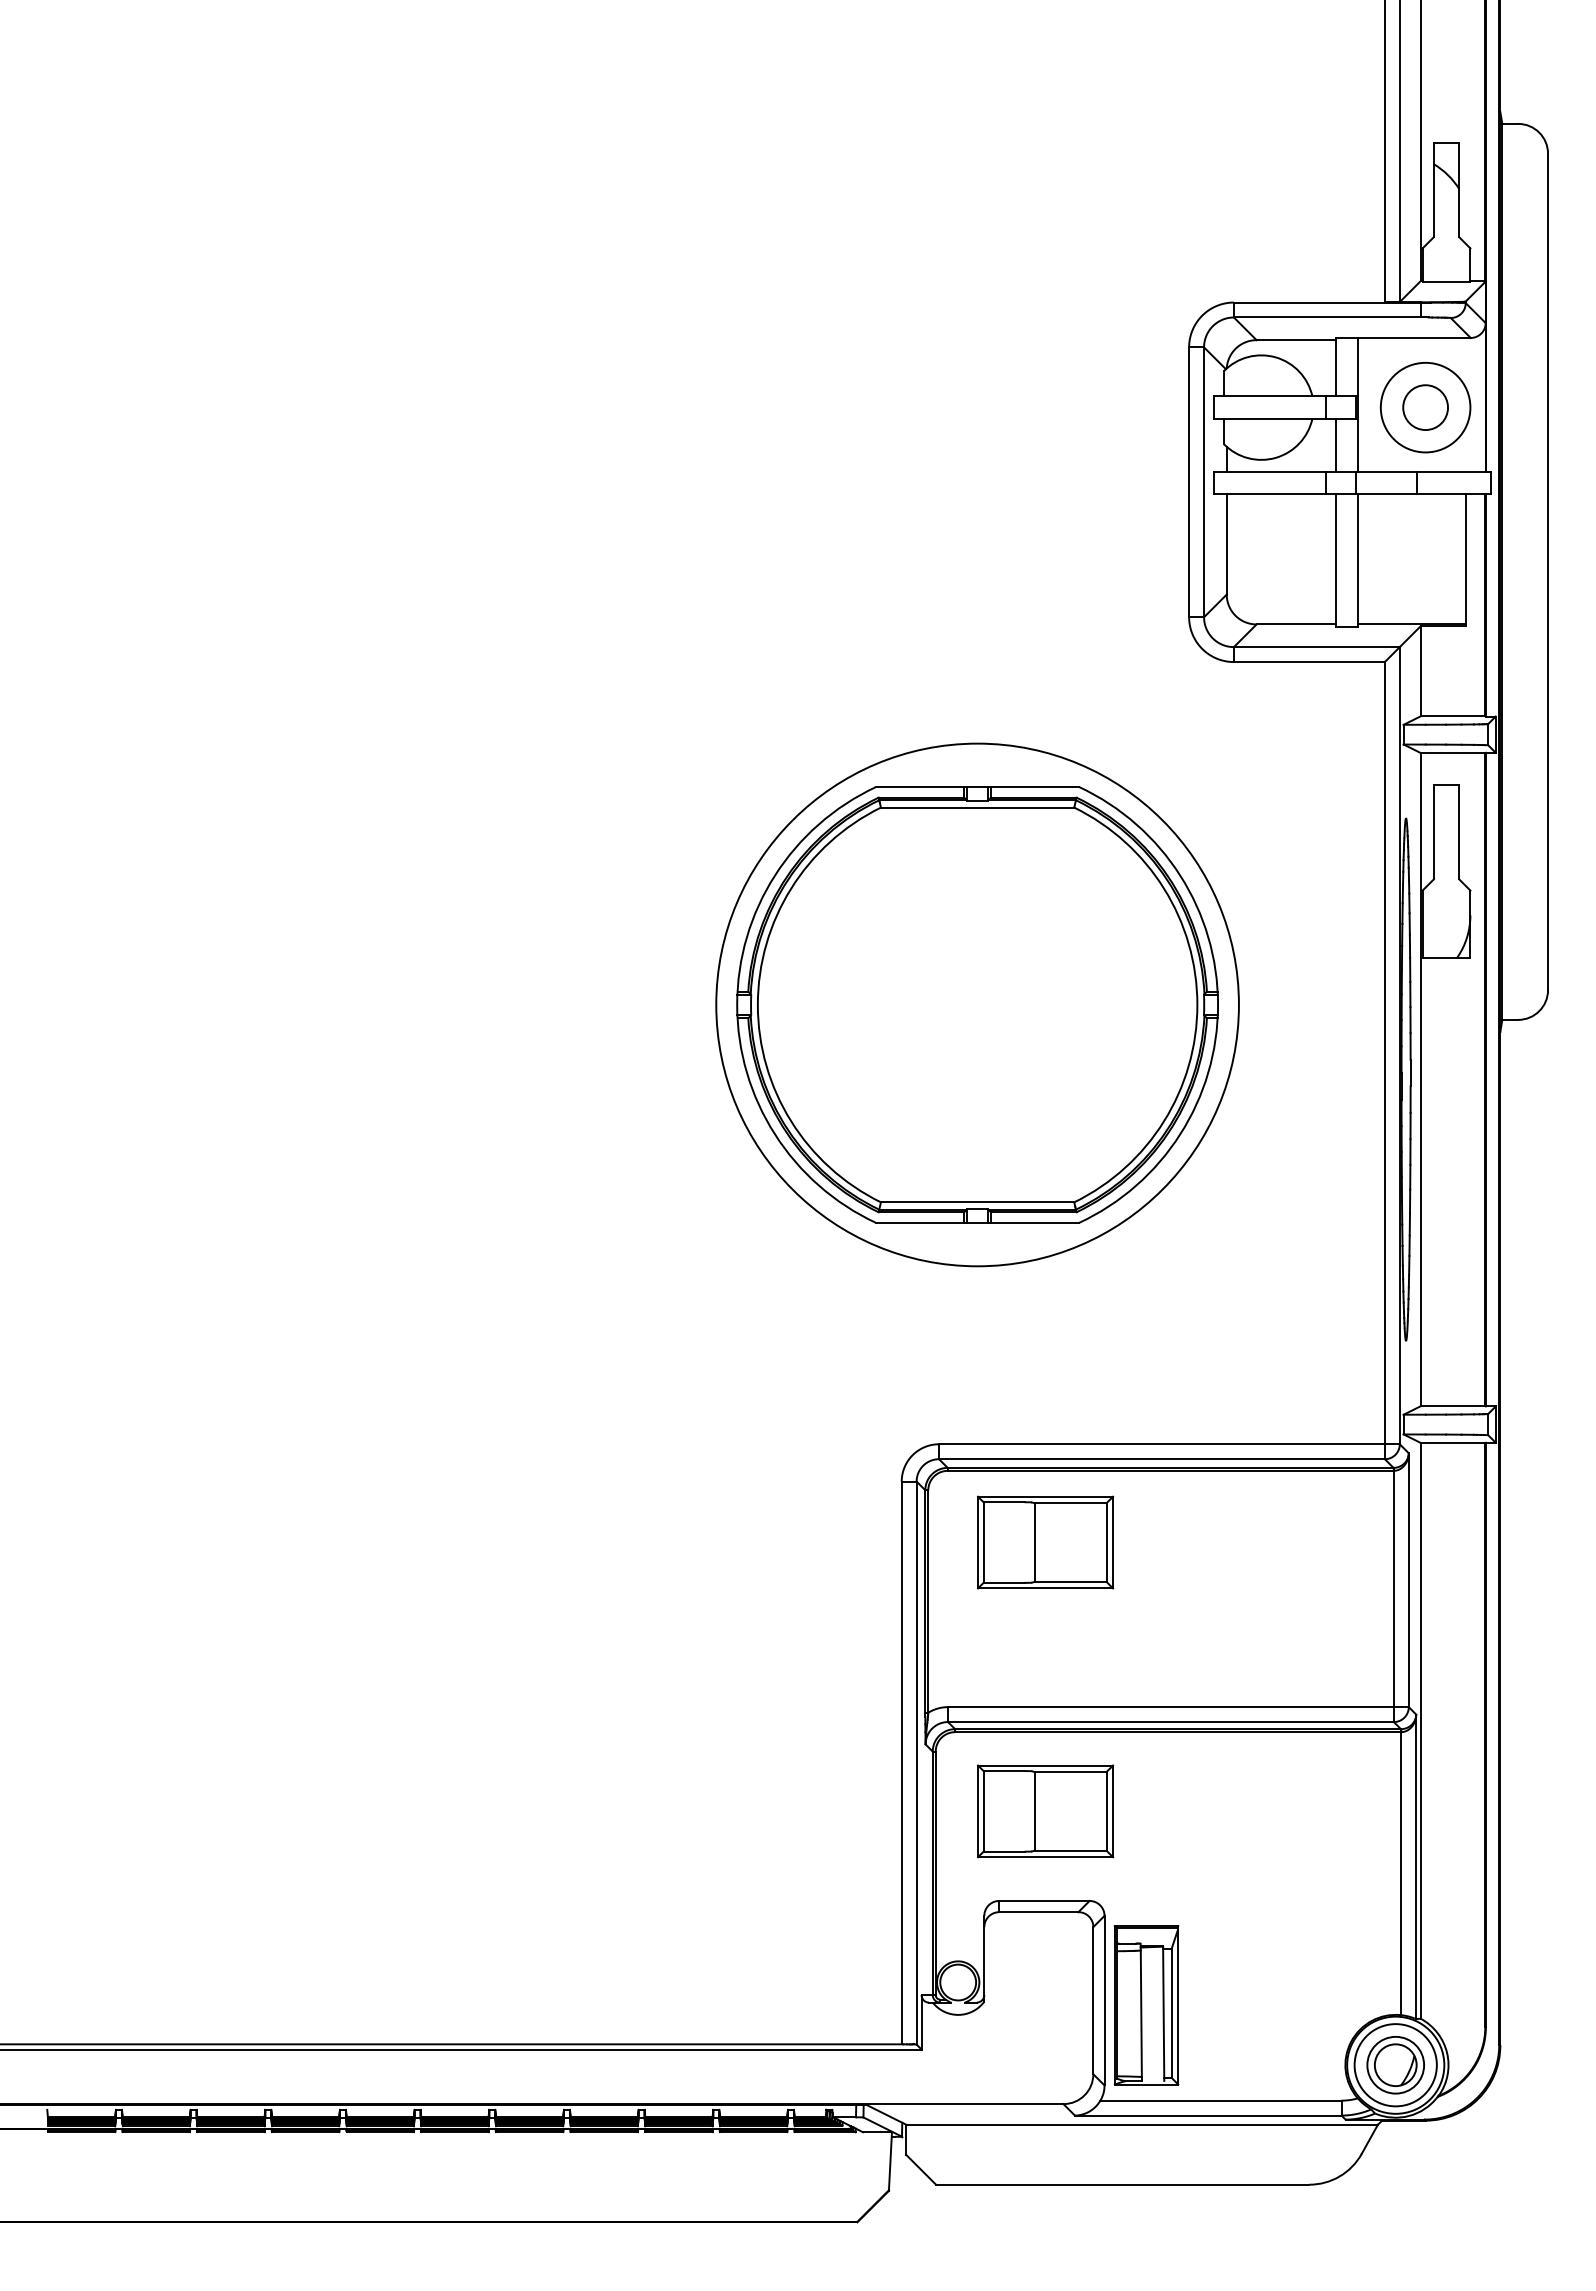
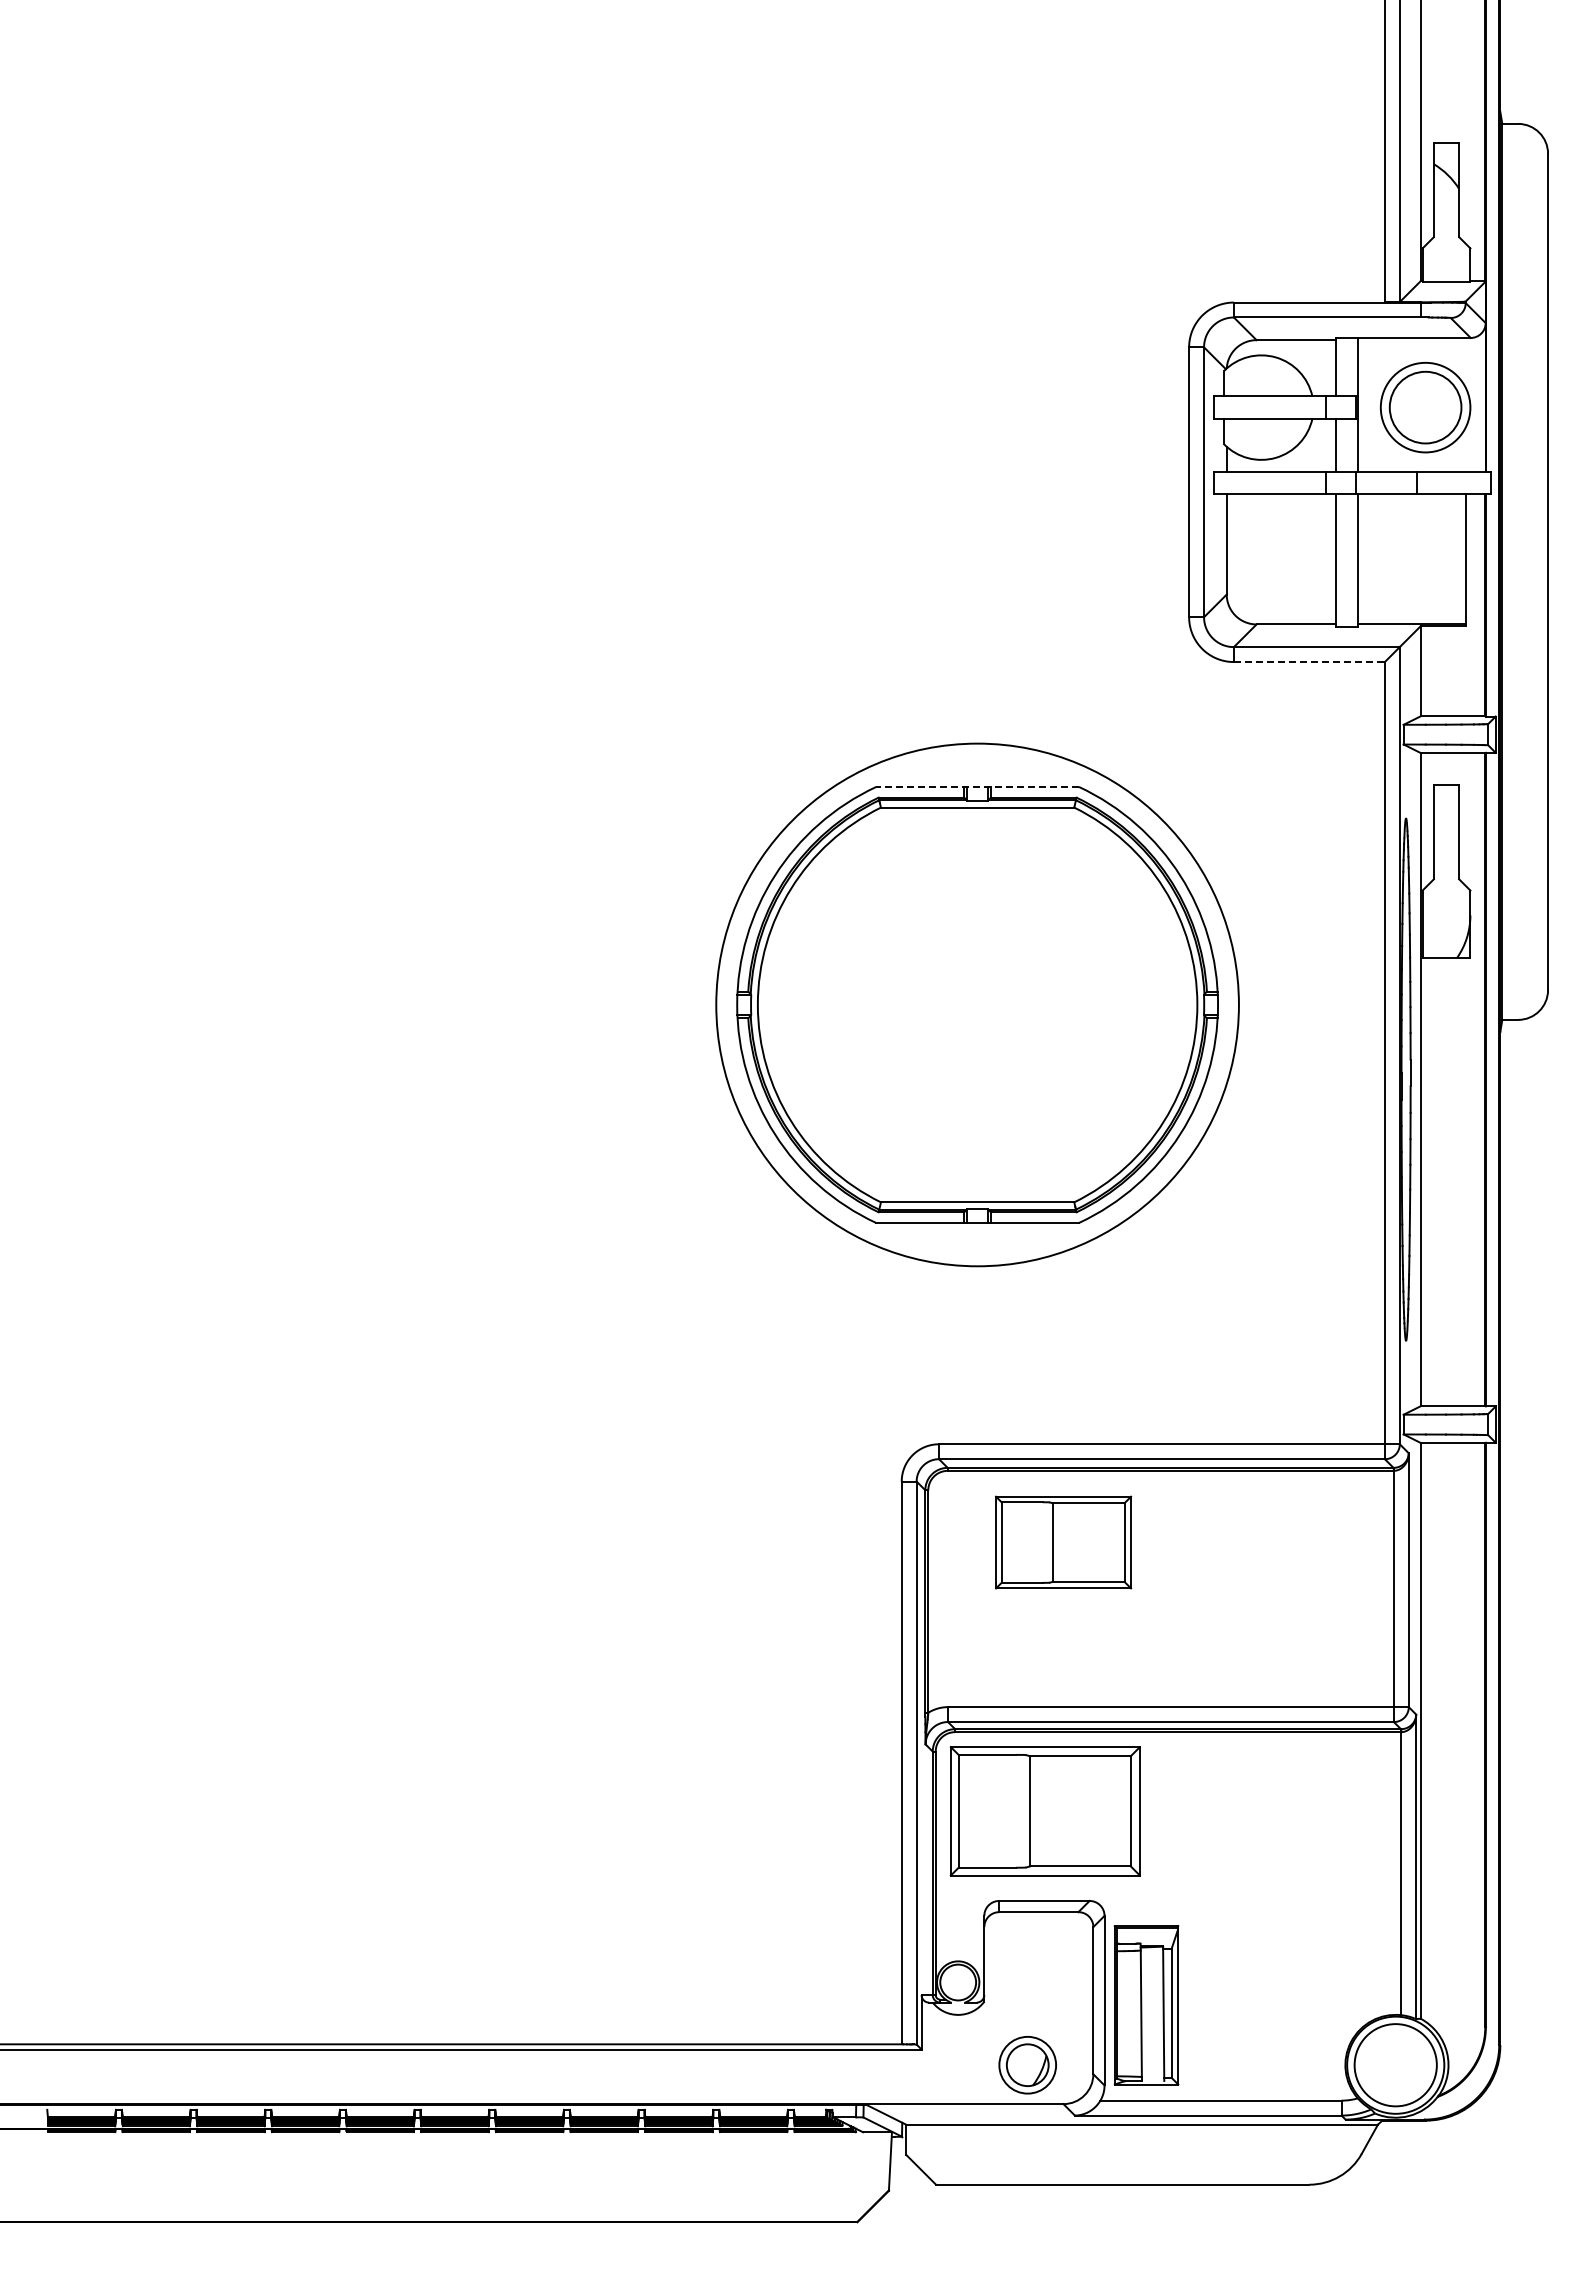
circle at (1425, 407) diameter: 45 px -> 72 px
line at (1309, 662): solid -> dashed
line at (977, 786): solid -> dashed
part at (1045, 1542) position: (1045, 1542) -> (1063, 1542)
part at (1045, 1811) size: 138x95 px -> 192x131 px
part at (1395, 2065) position: (1395, 2065) -> (1027, 2065)
